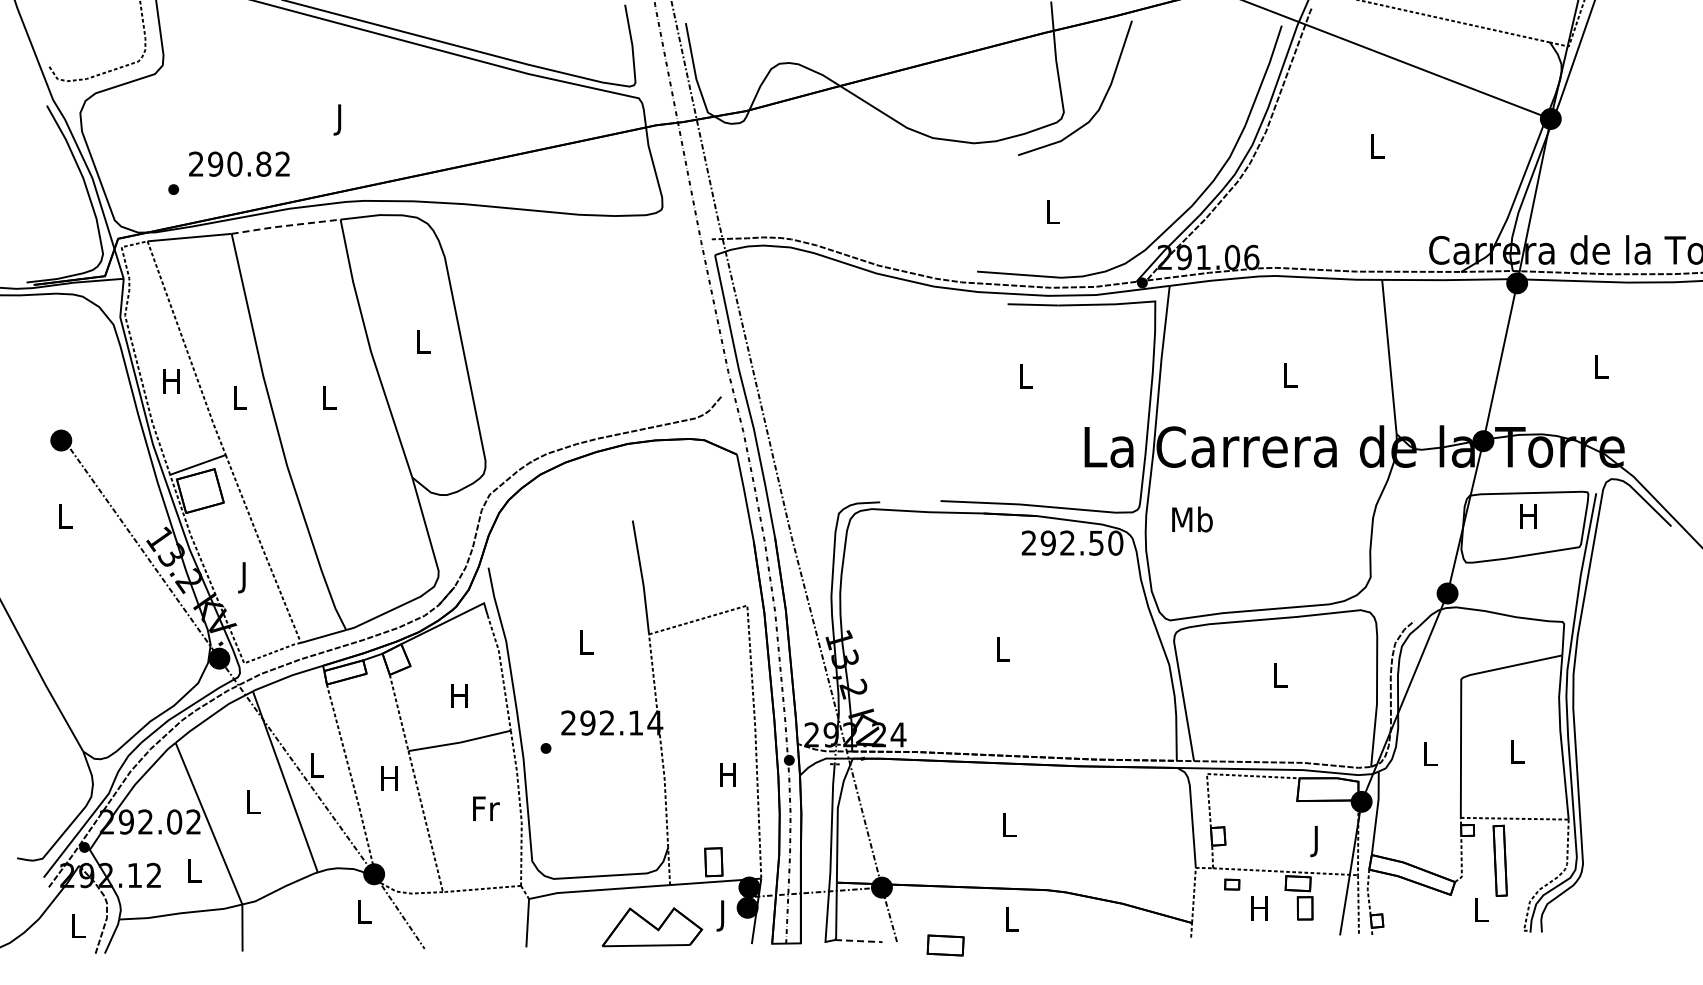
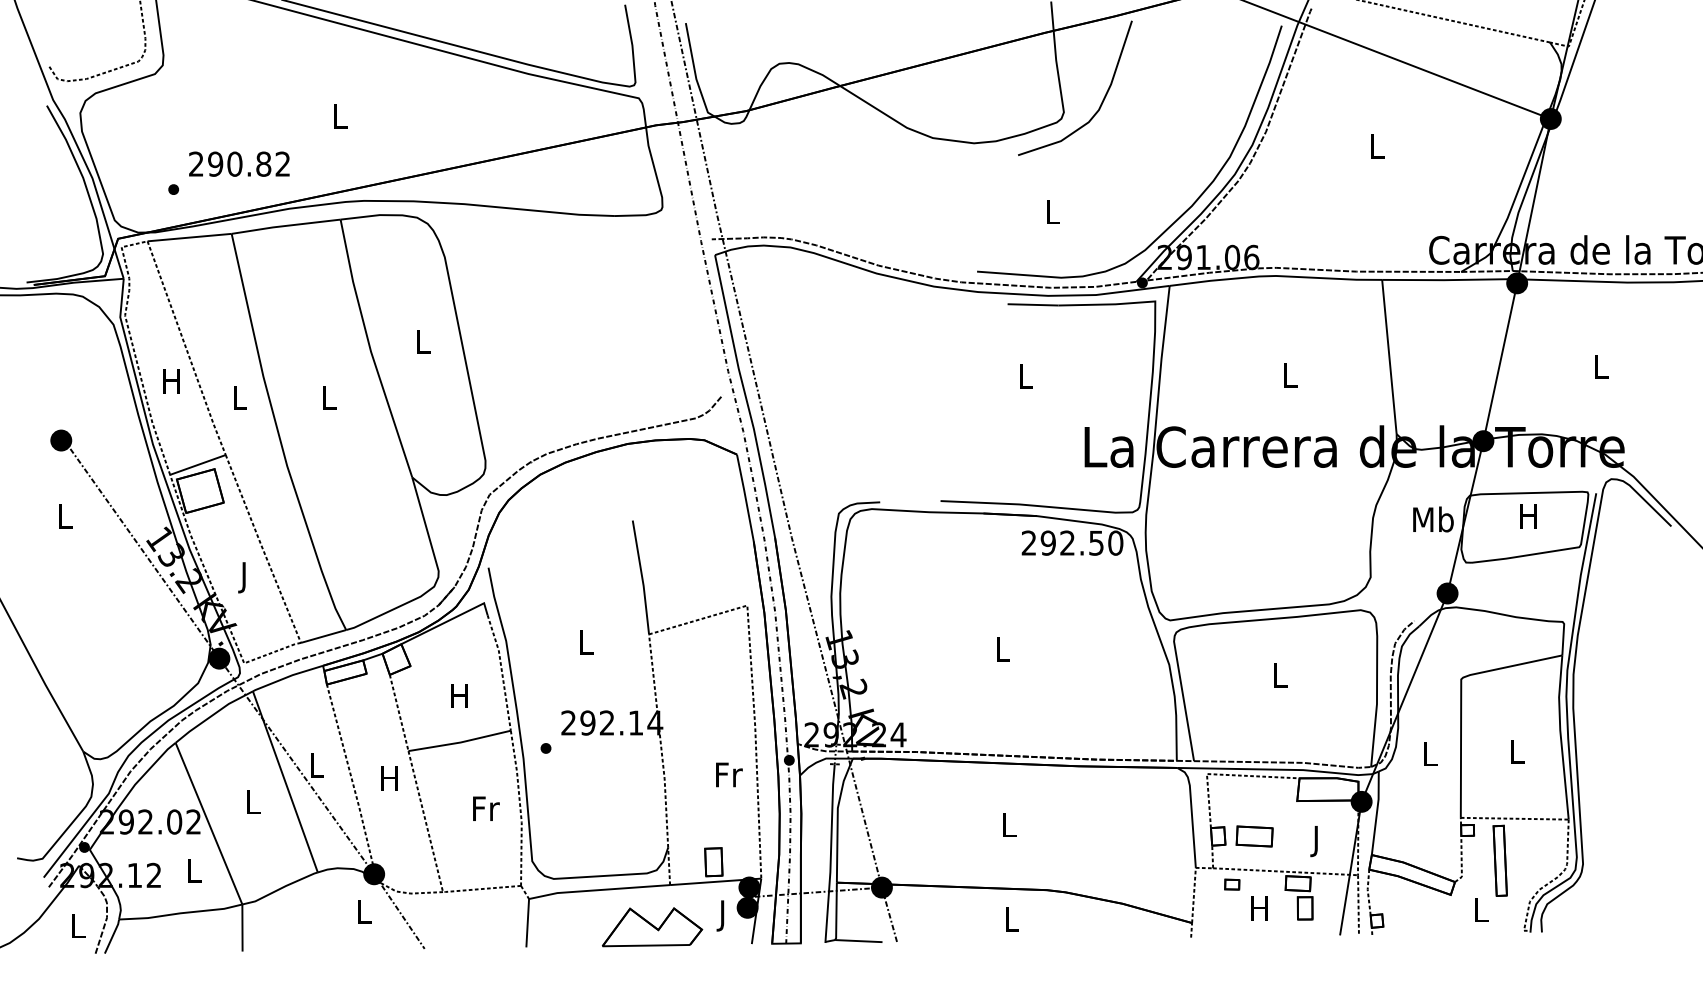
text at (340, 119): J -> L
line at (285, 225): dashed -> solid
text at (1192, 519) position: (1192, 519) -> (1433, 519)
text at (729, 774): H -> Fr
line at (858, 941): dashed -> solid
part at (945, 945) position: (945, 945) -> (1254, 836)
